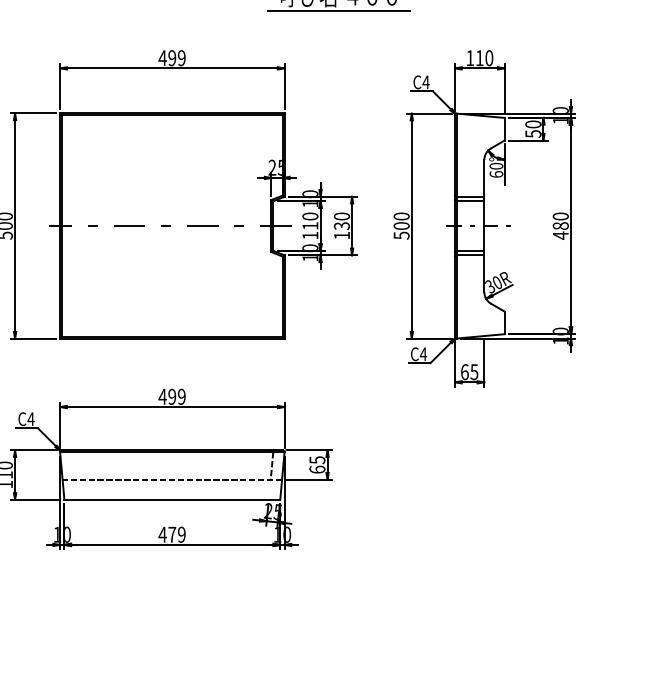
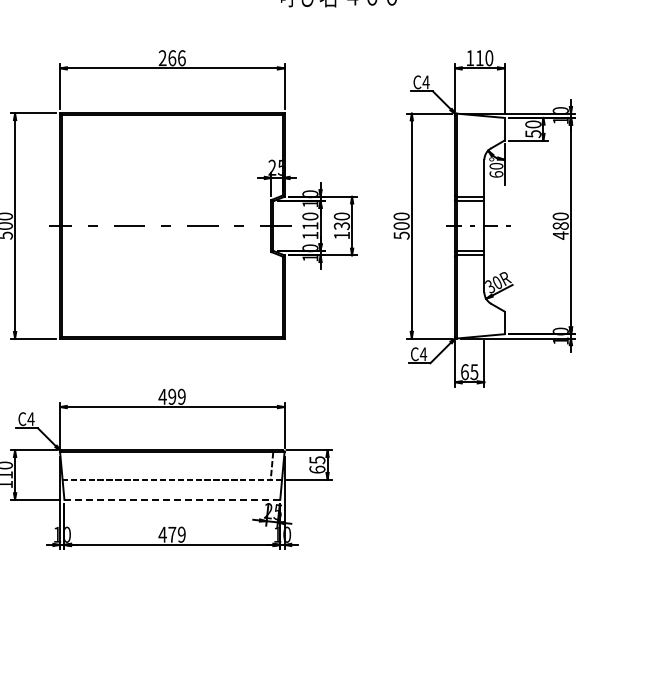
line at (339, 11): present -> none
text at (171, 58): 499 -> 266
line at (172, 499): solid -> dashed
